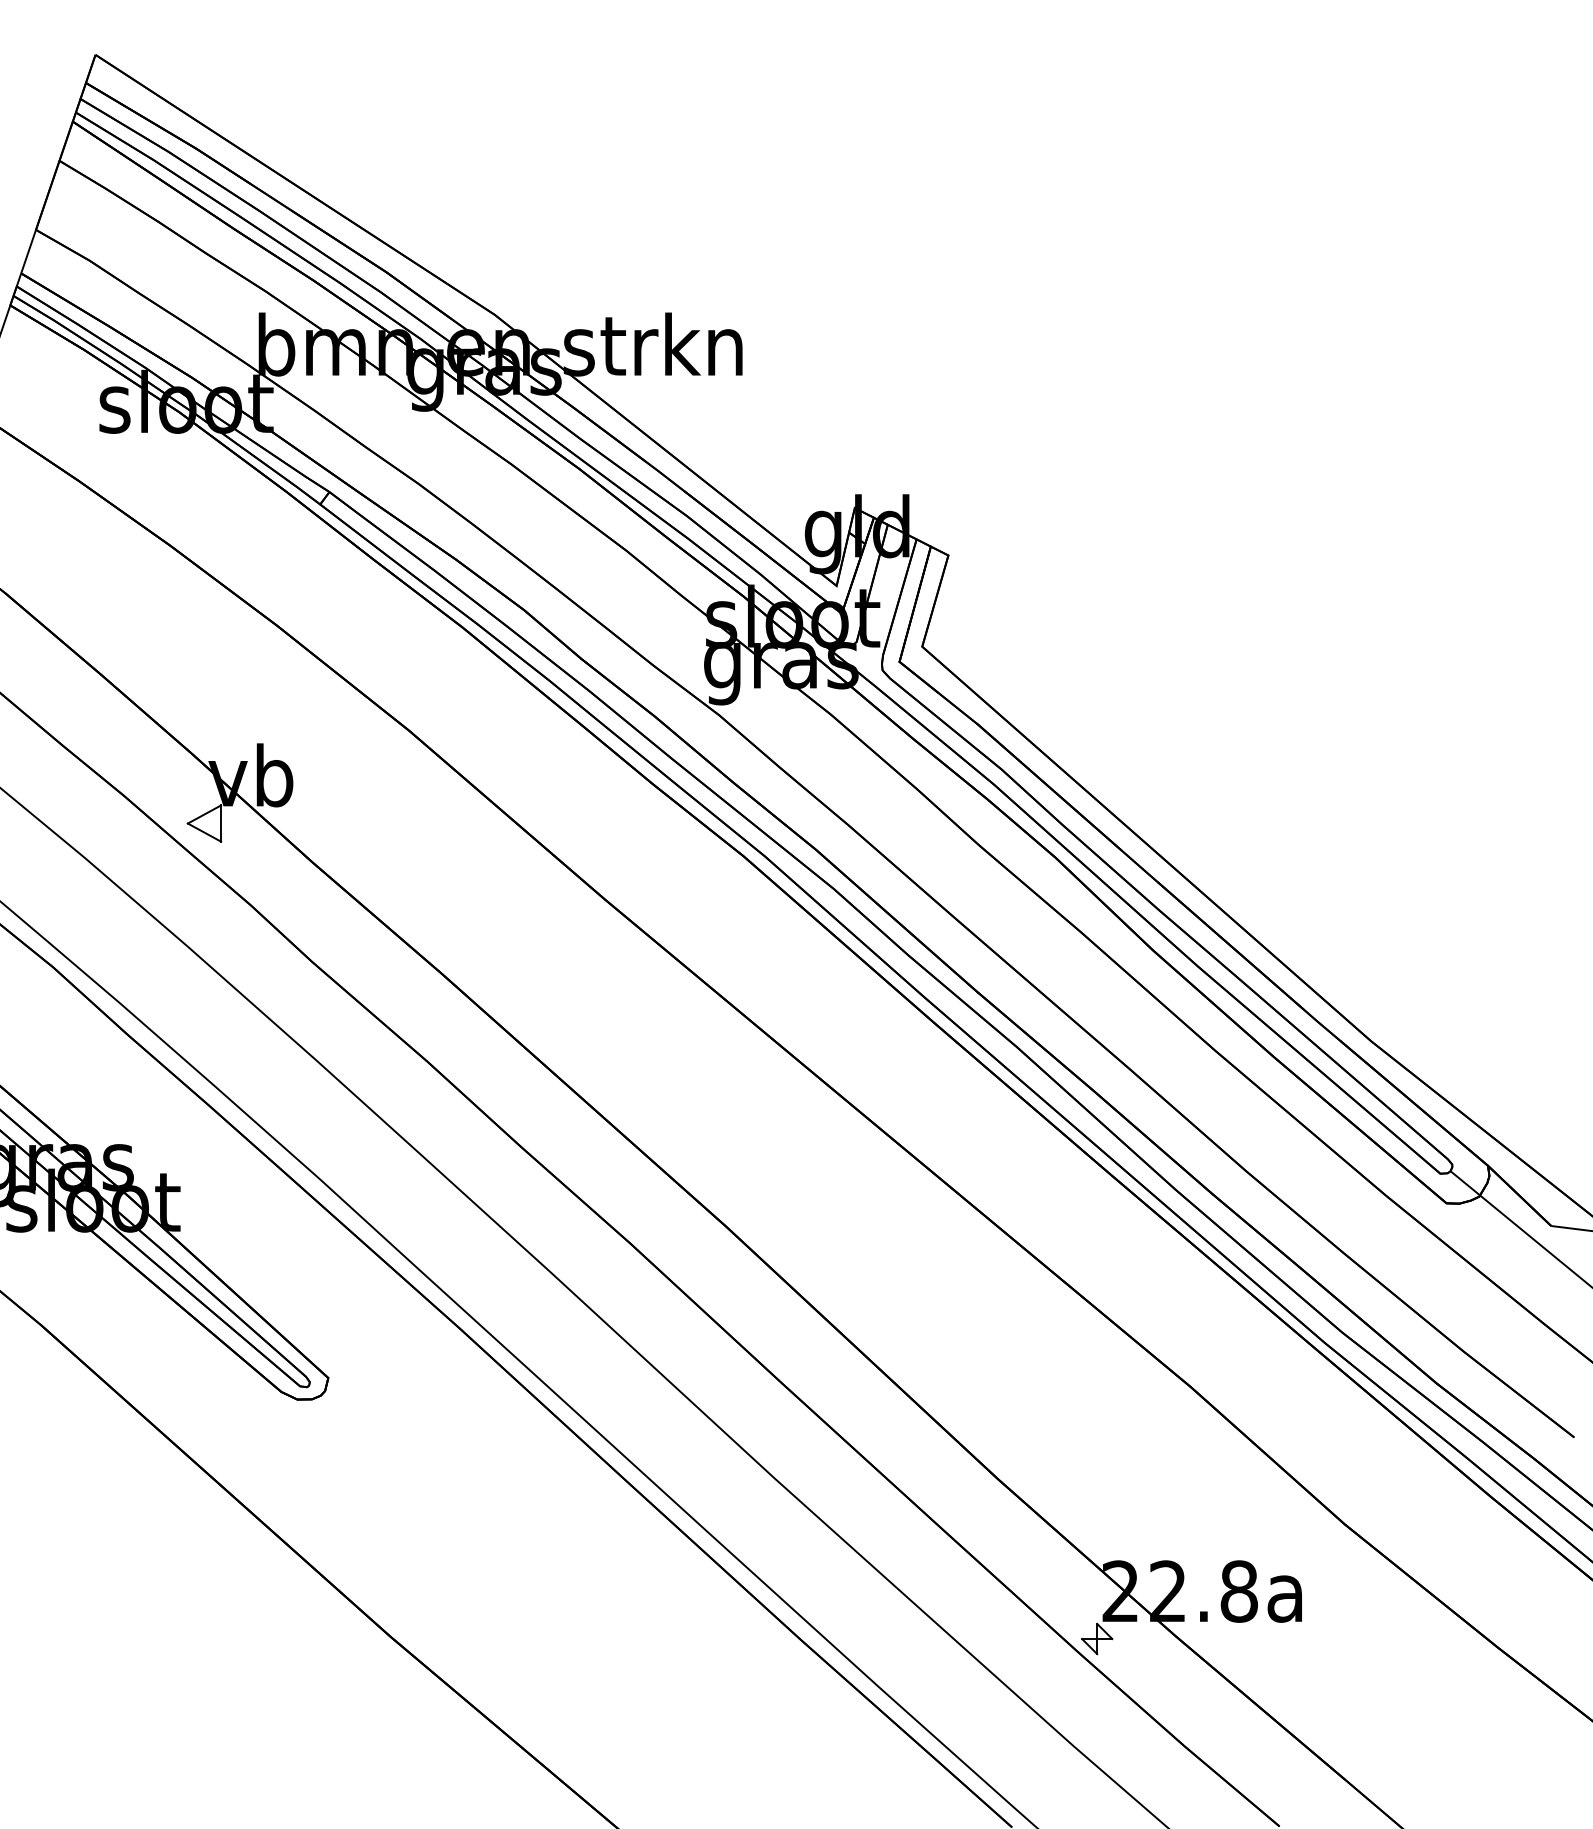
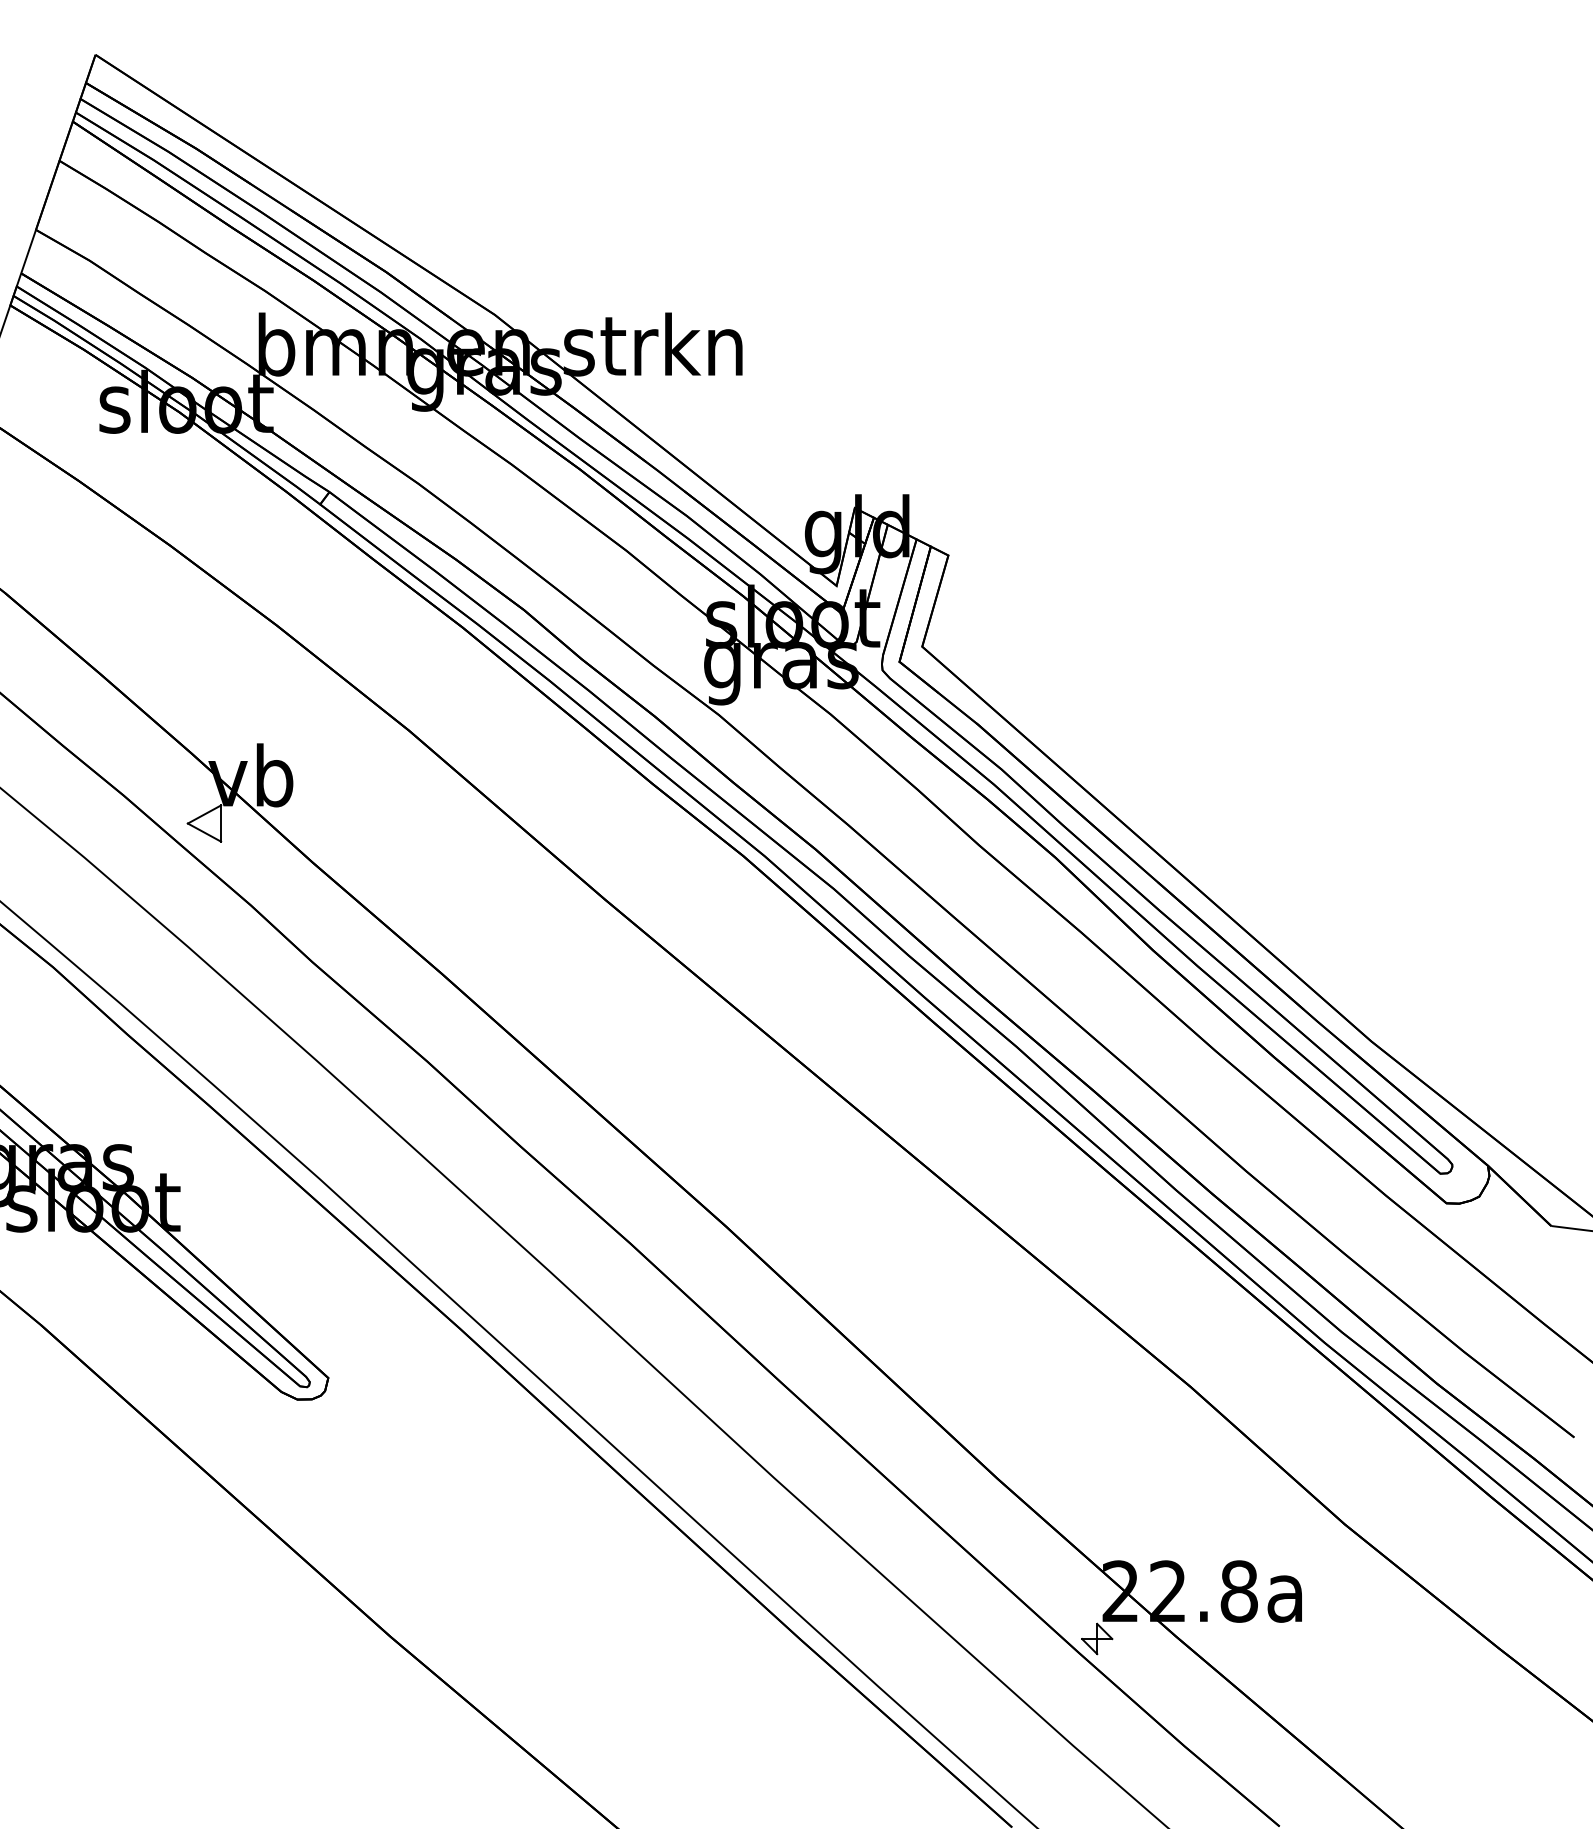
line at (1519, 1228): present -> none
